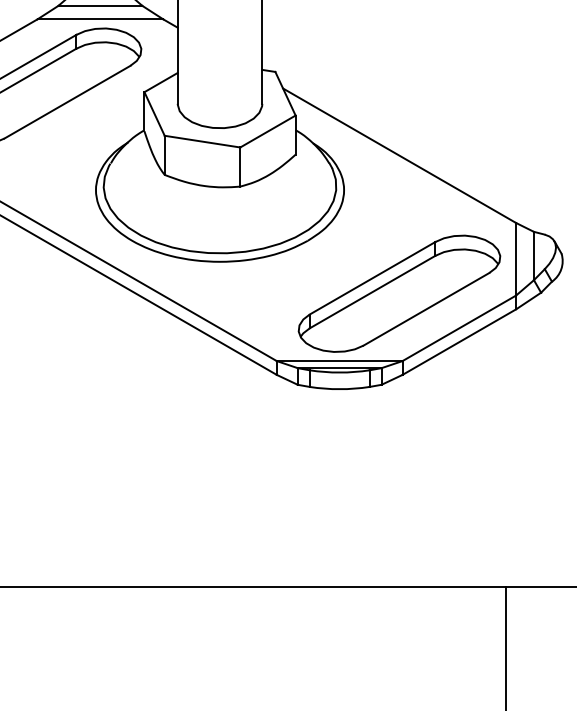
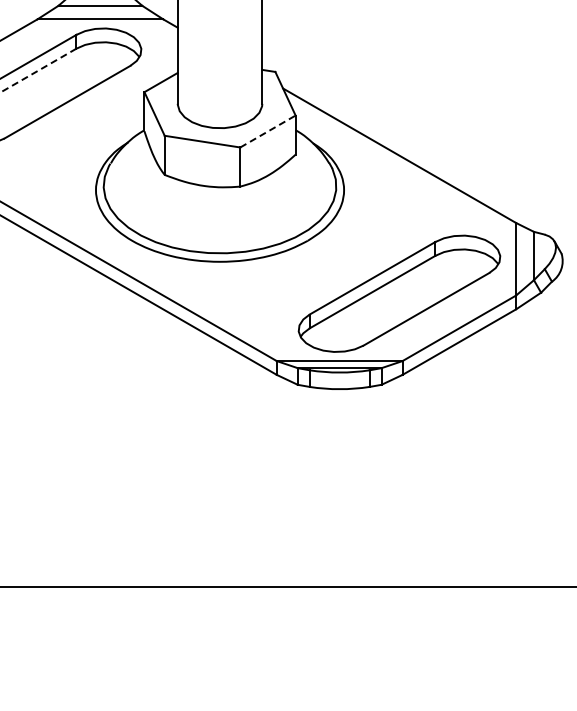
line at (38, 70): solid -> dashed
line at (267, 131): solid -> dashed
line at (505, 646): present -> none
